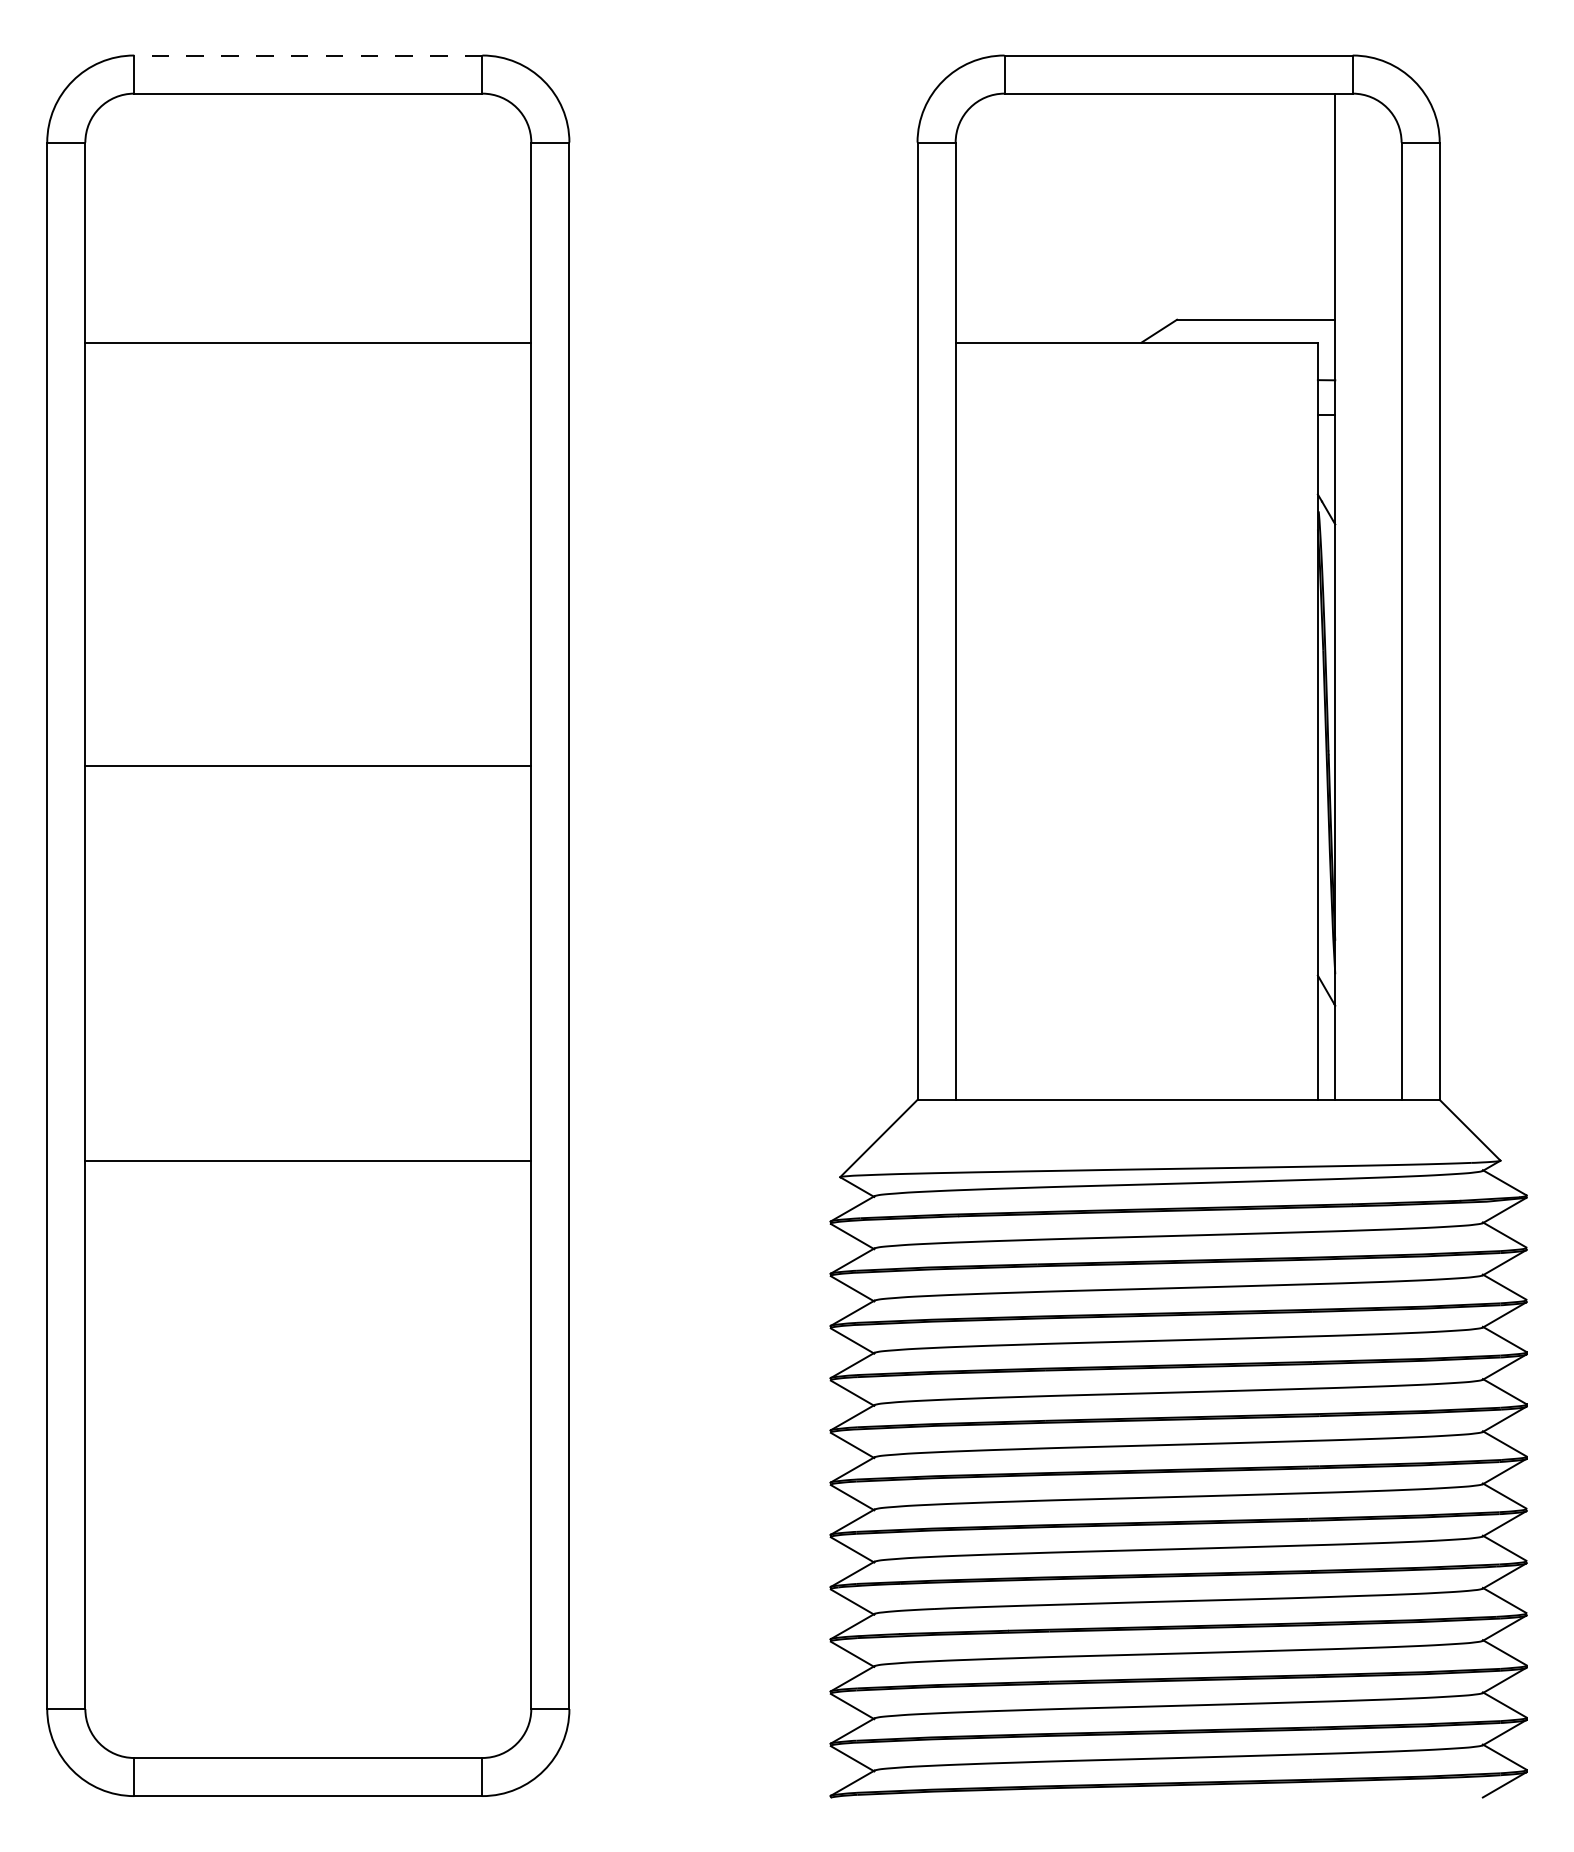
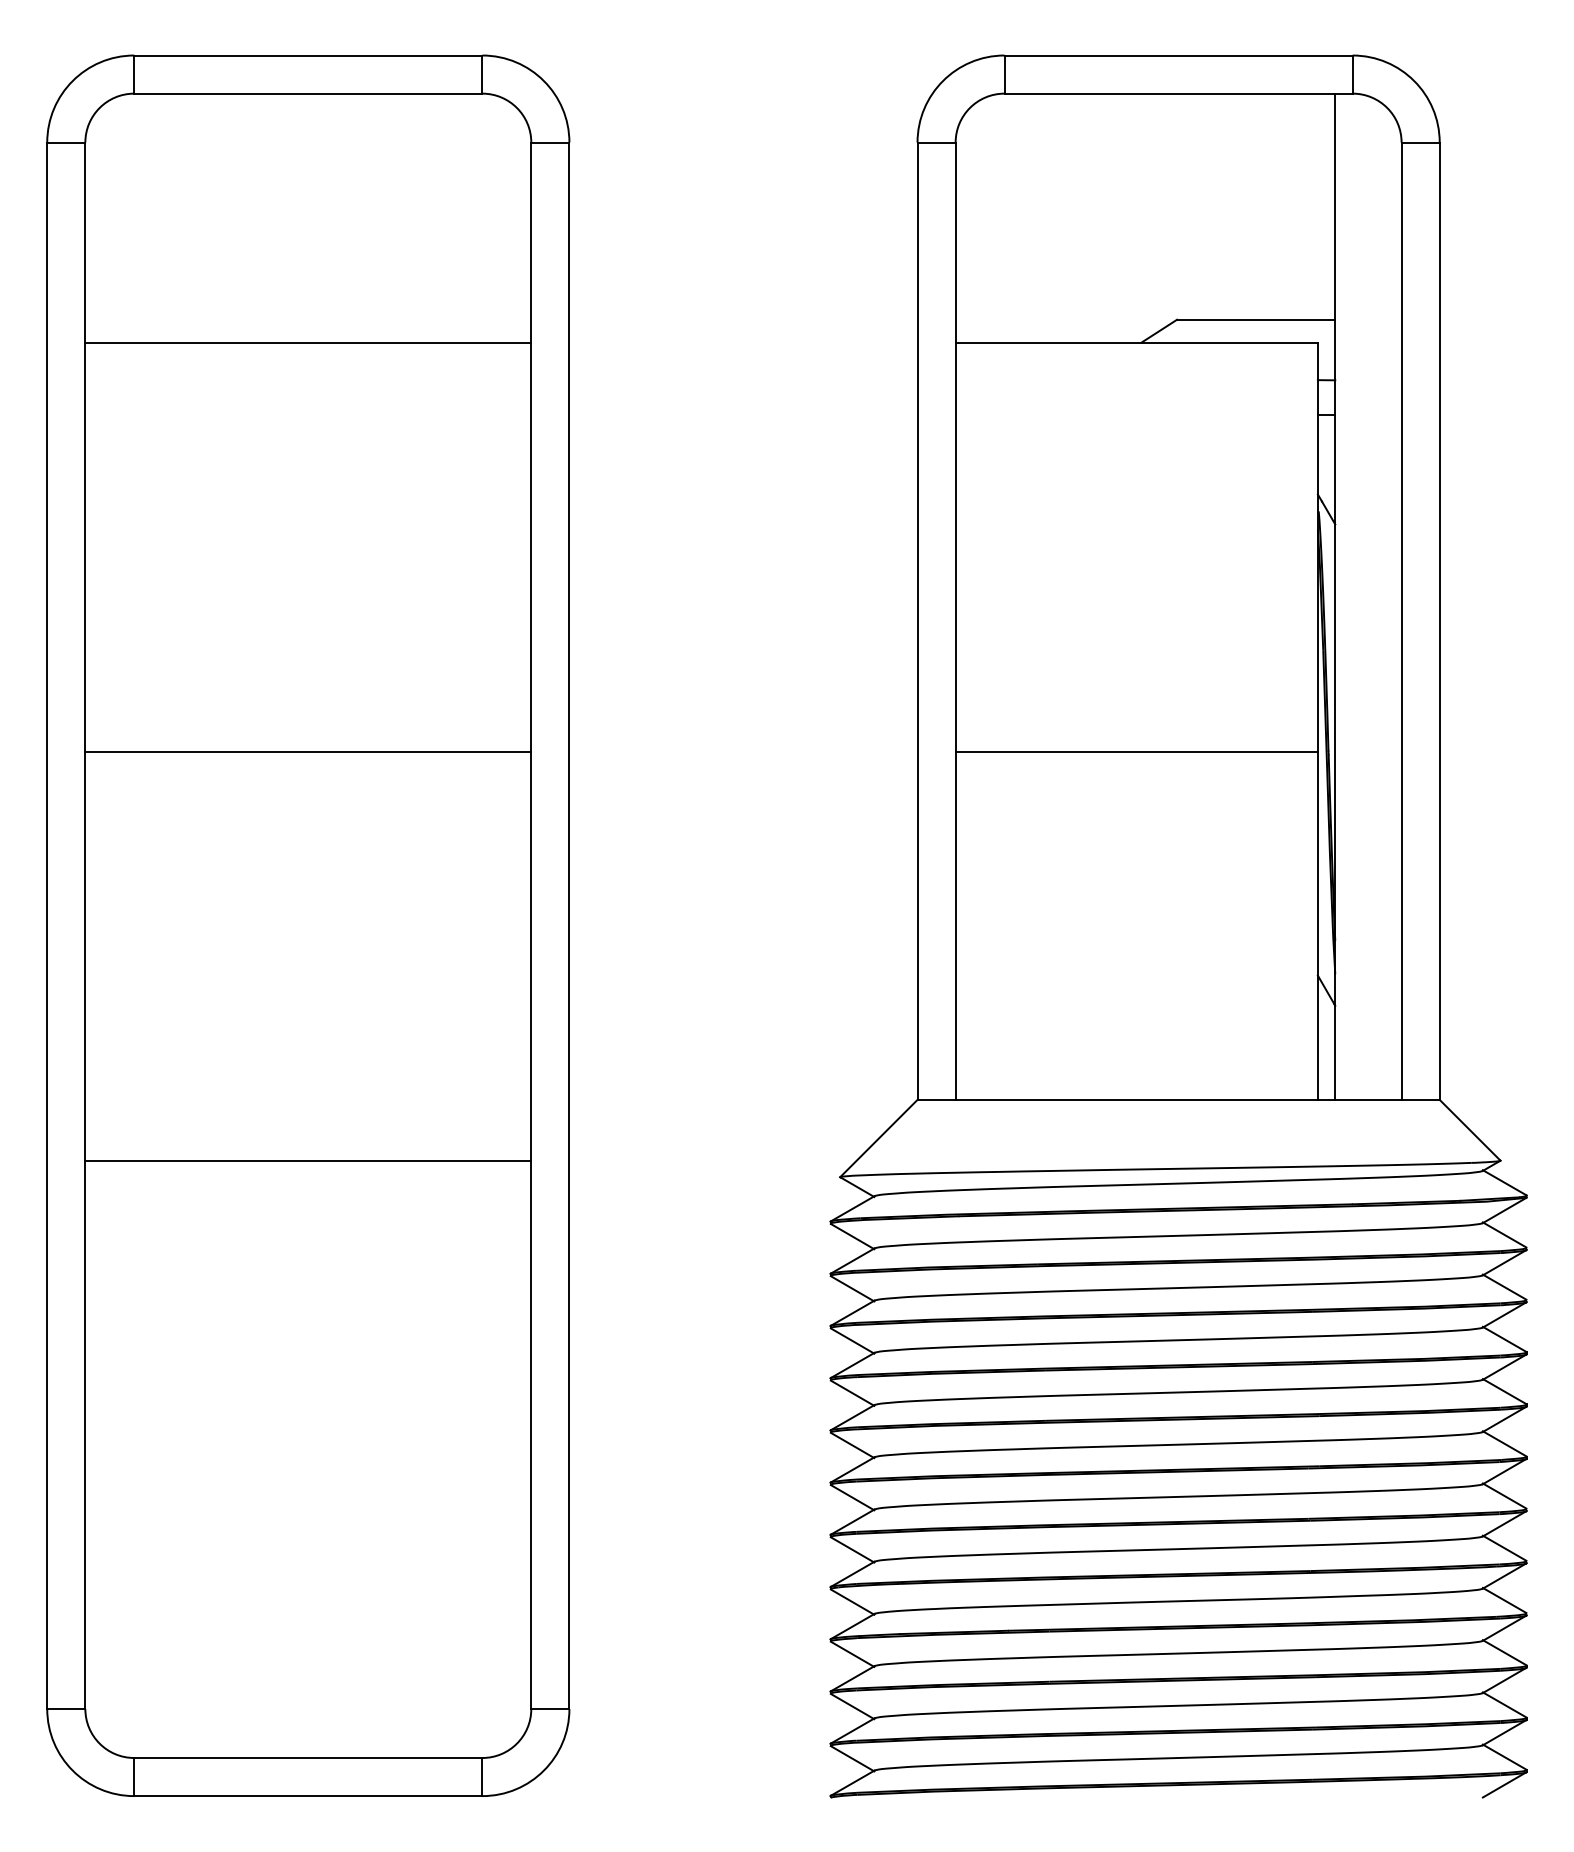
line at (307, 55): dashed -> solid
line at (1136, 751): none -> present
line at (308, 765) position: (308, 765) -> (308, 751)
